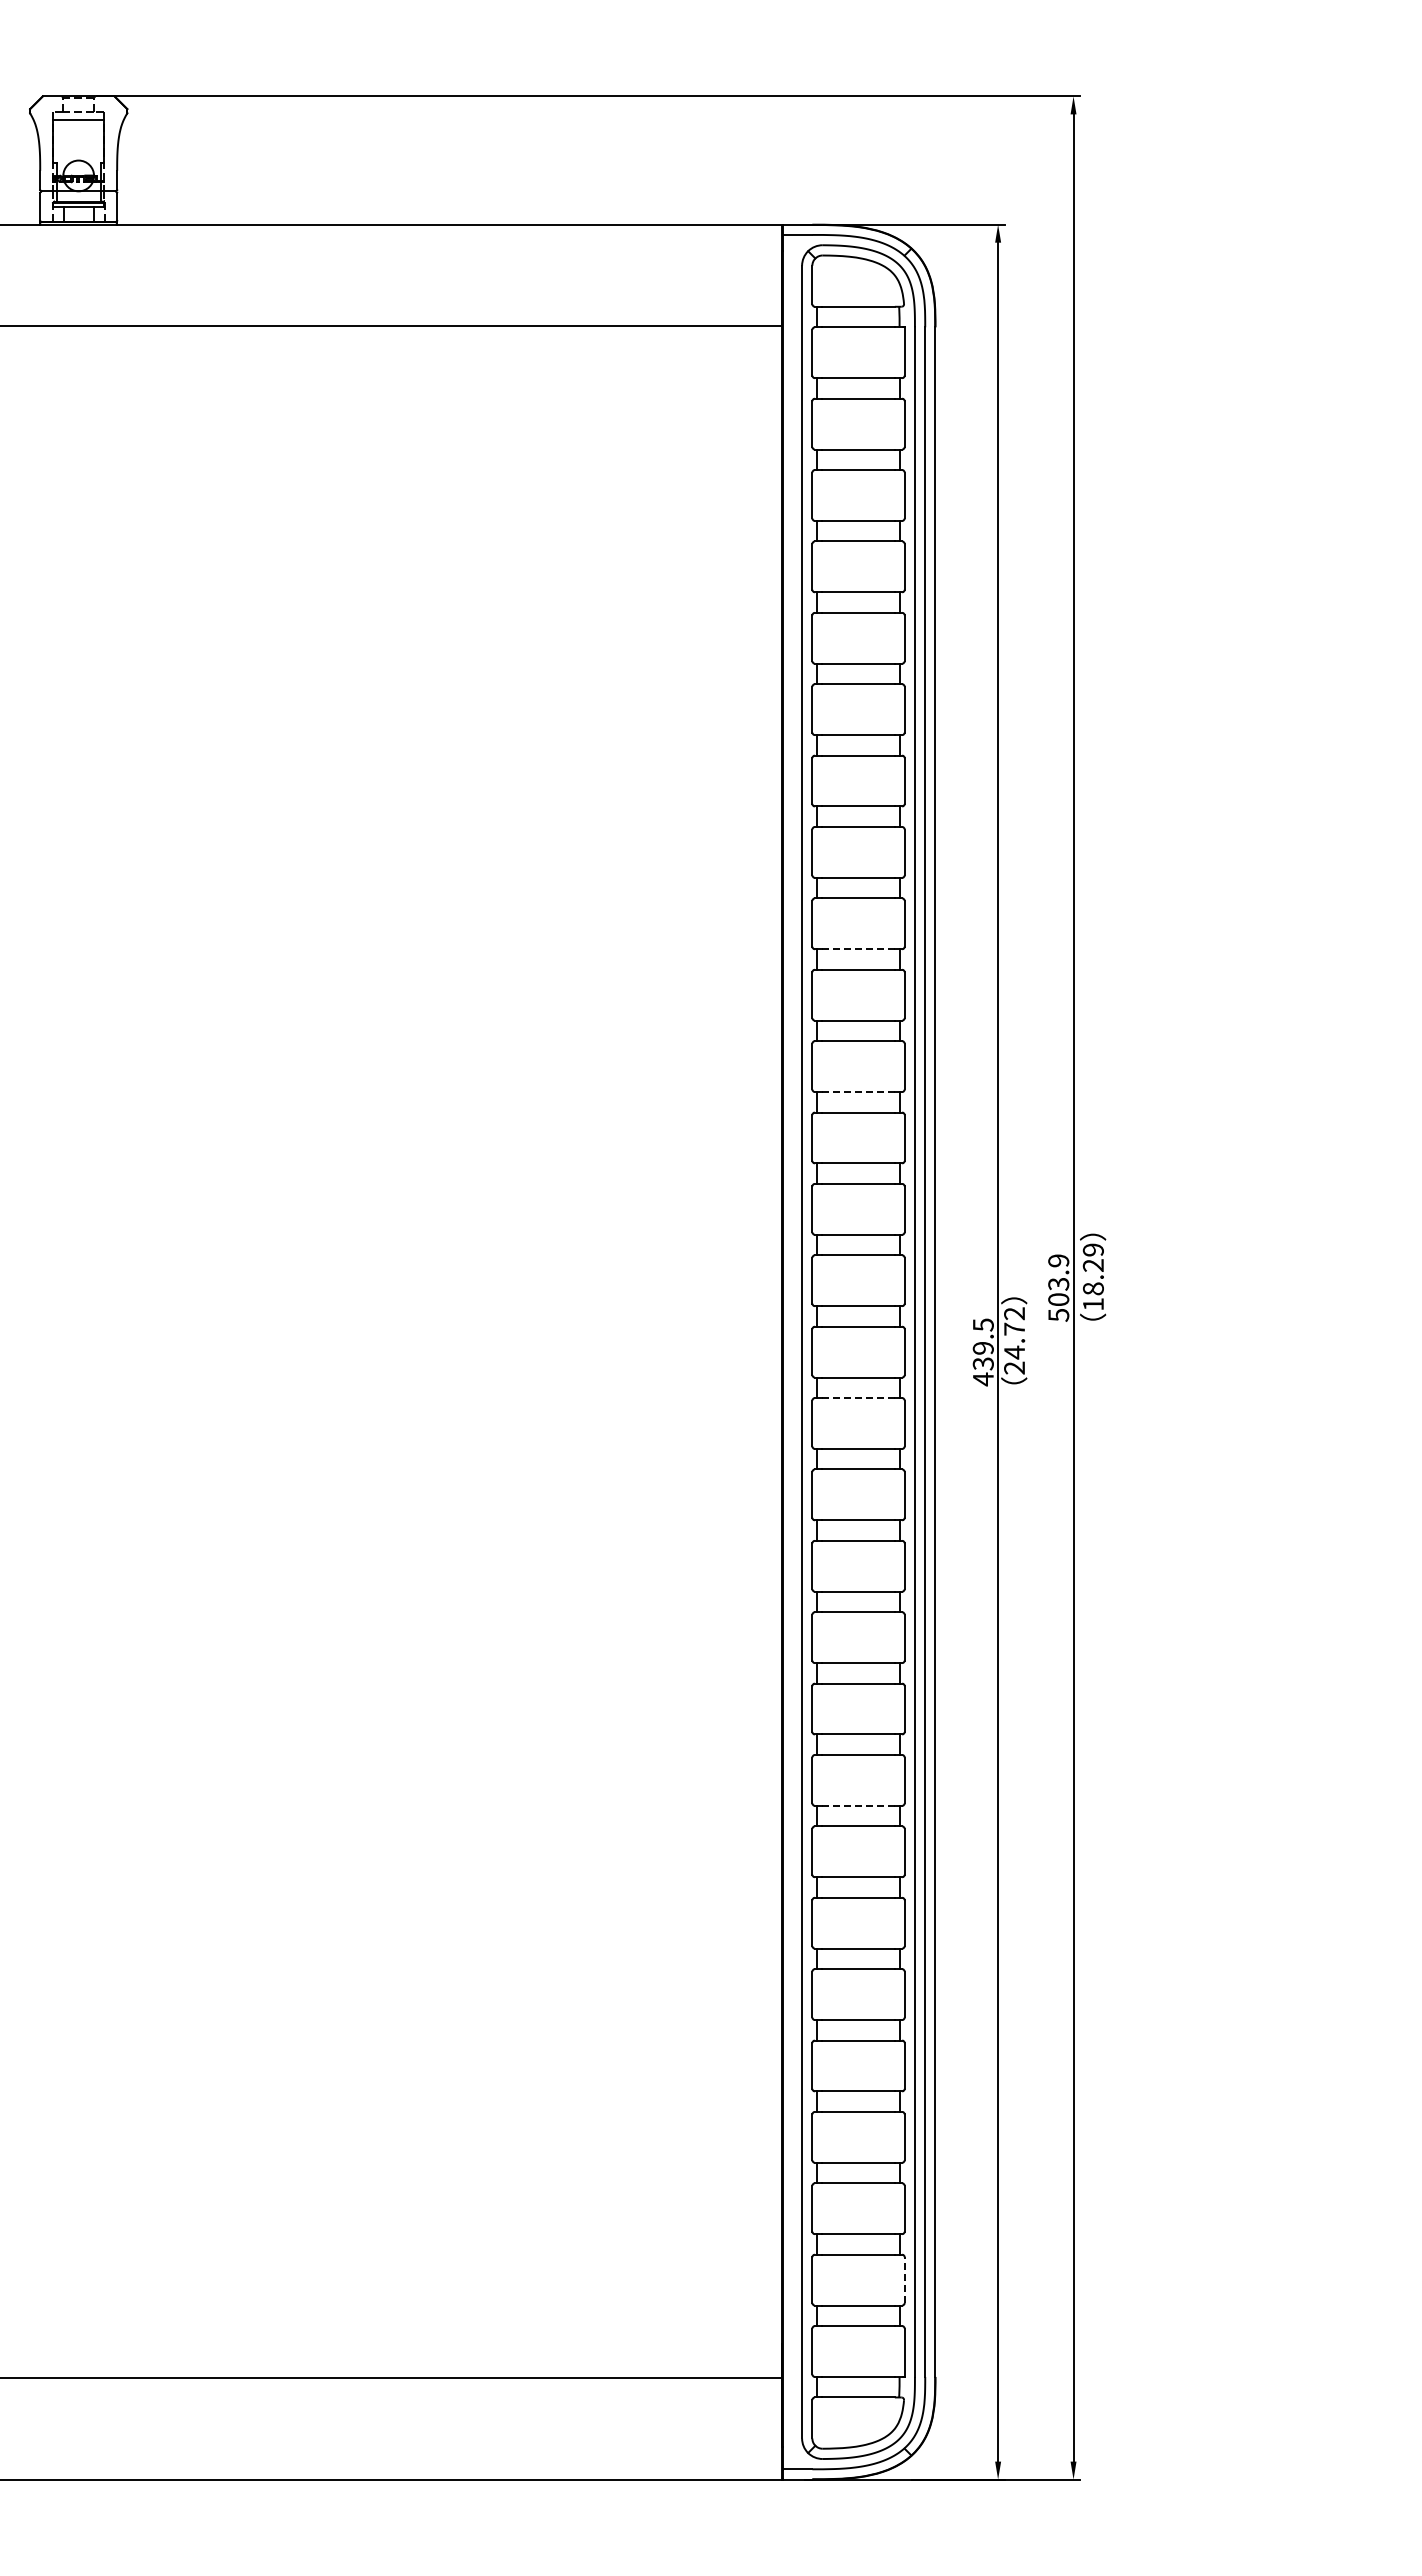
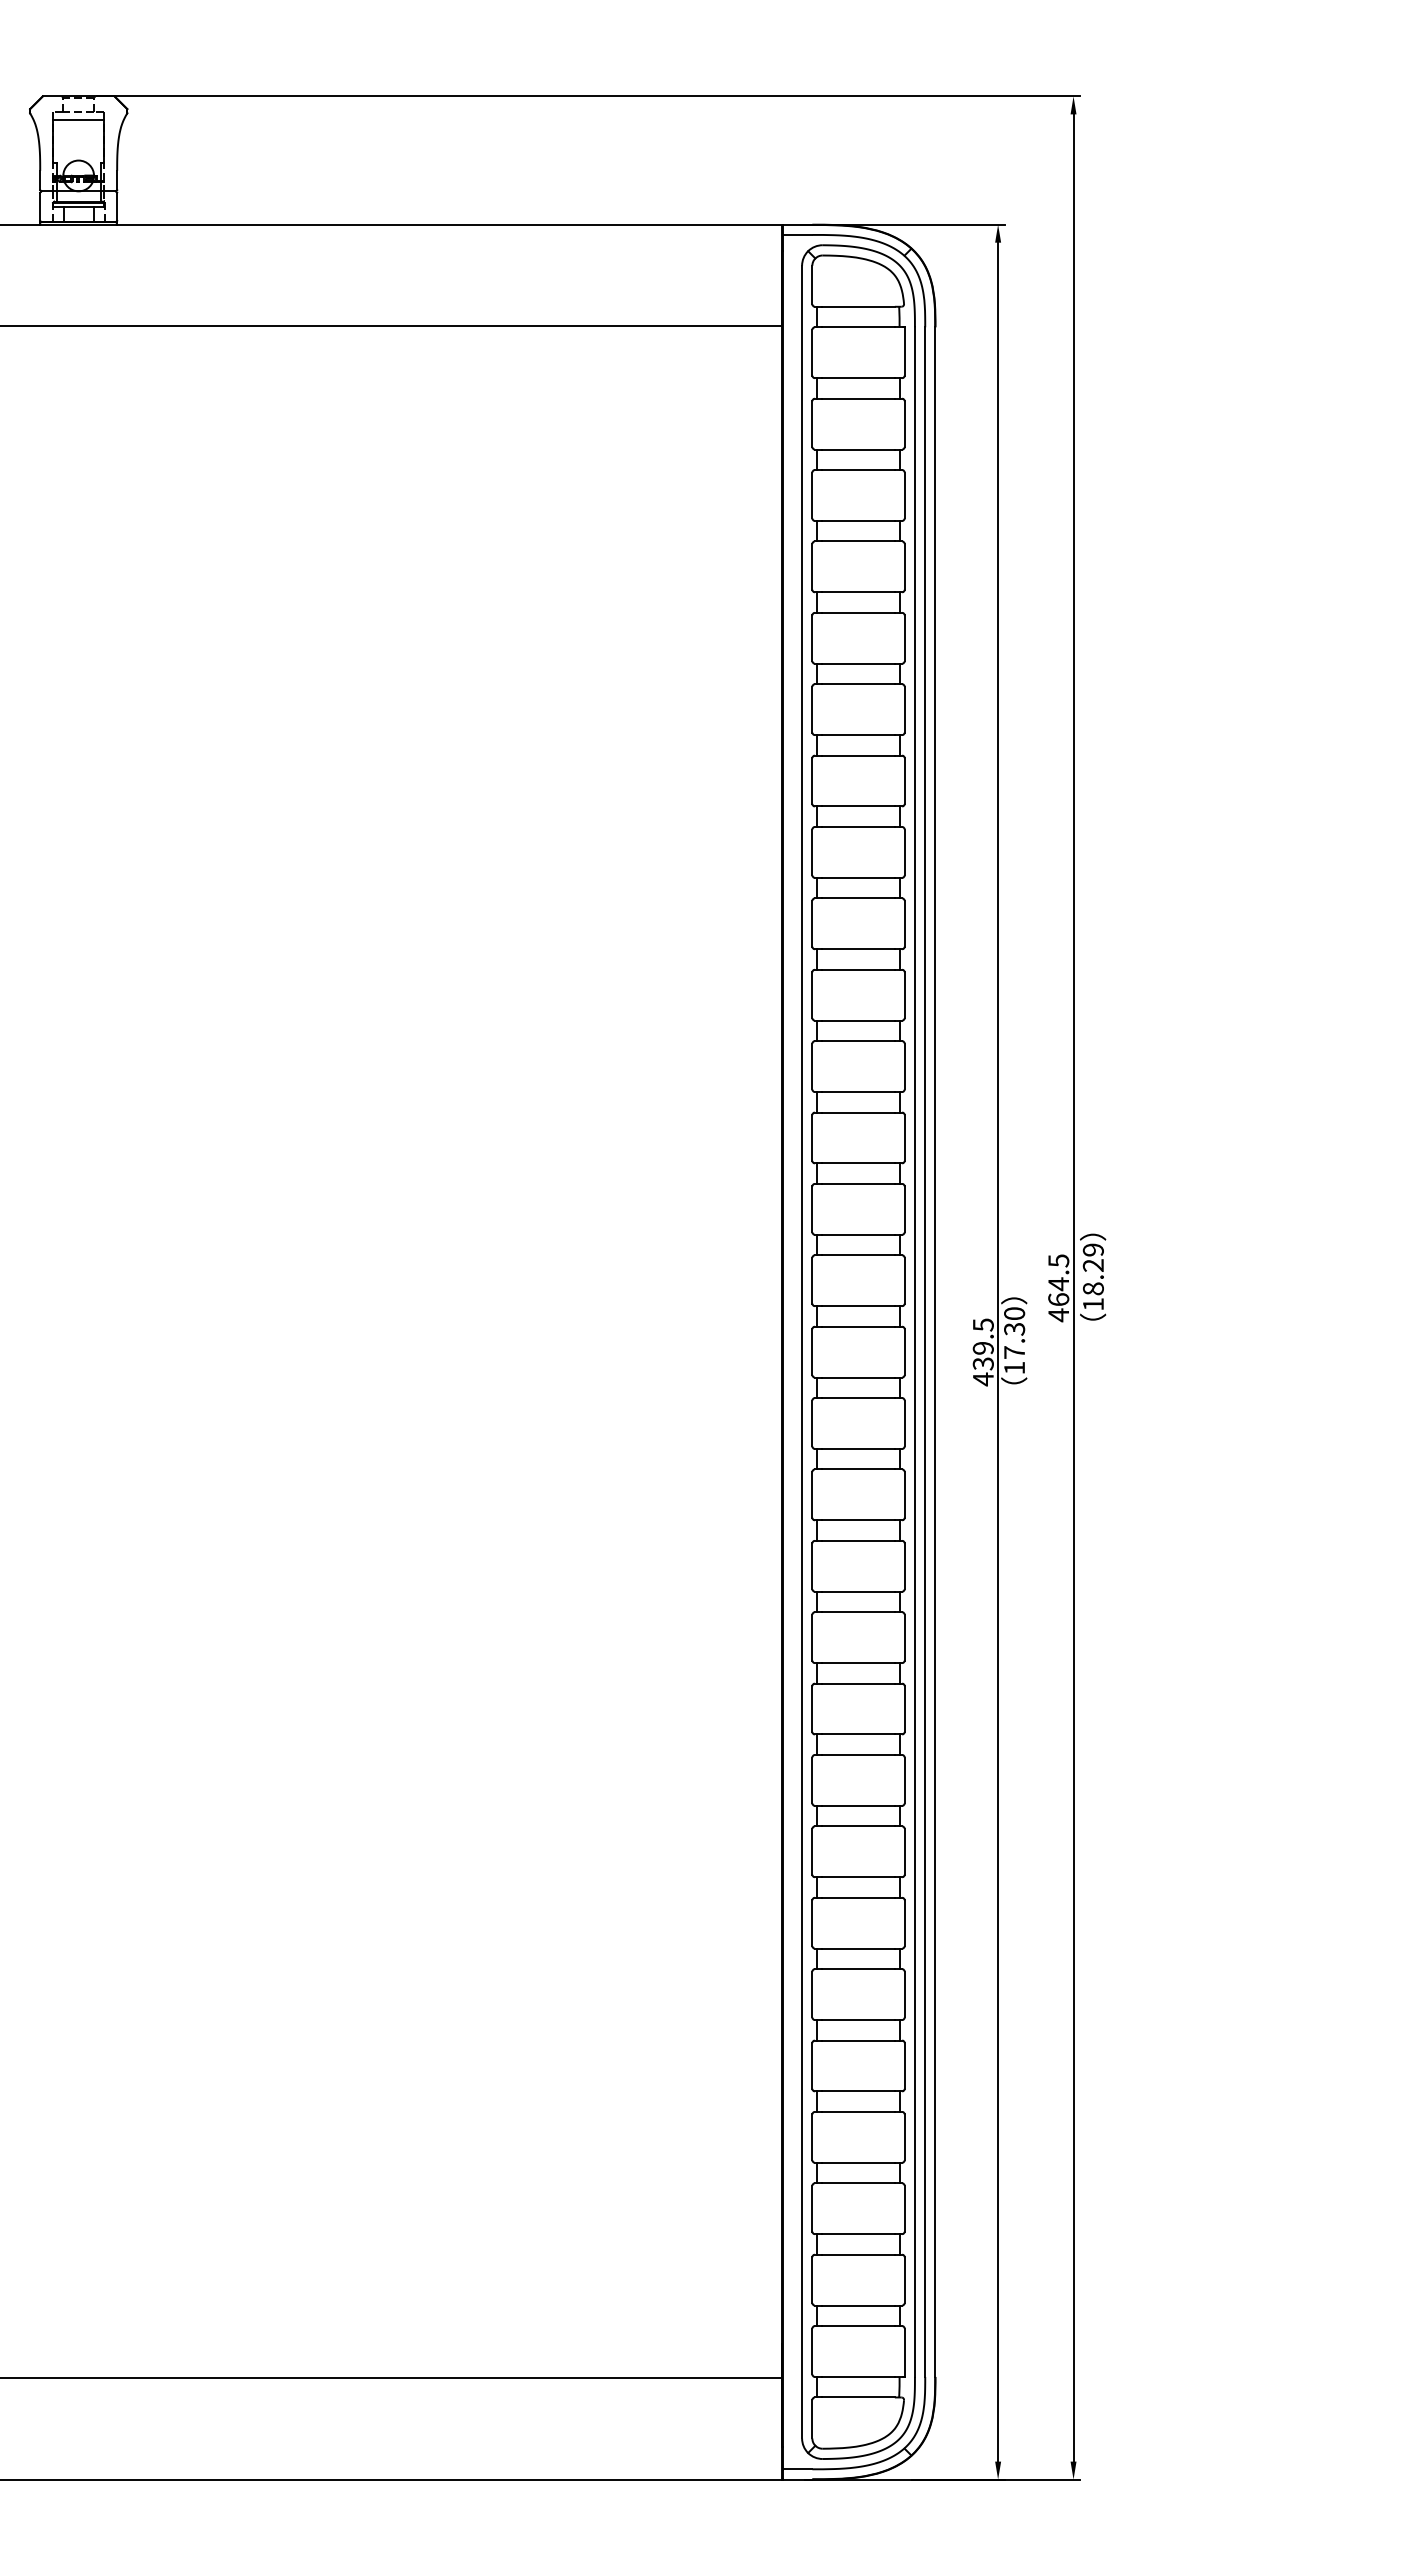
line at (858, 949): dashed -> solid
line at (858, 1092): dashed -> solid
text at (1058, 1288): 503.9 -> 464.5
text at (1014, 1340): 24.72 -> 17.30
line at (858, 1398): dashed -> solid
line at (858, 1805): dashed -> solid
line at (904, 2280): dashed -> solid
